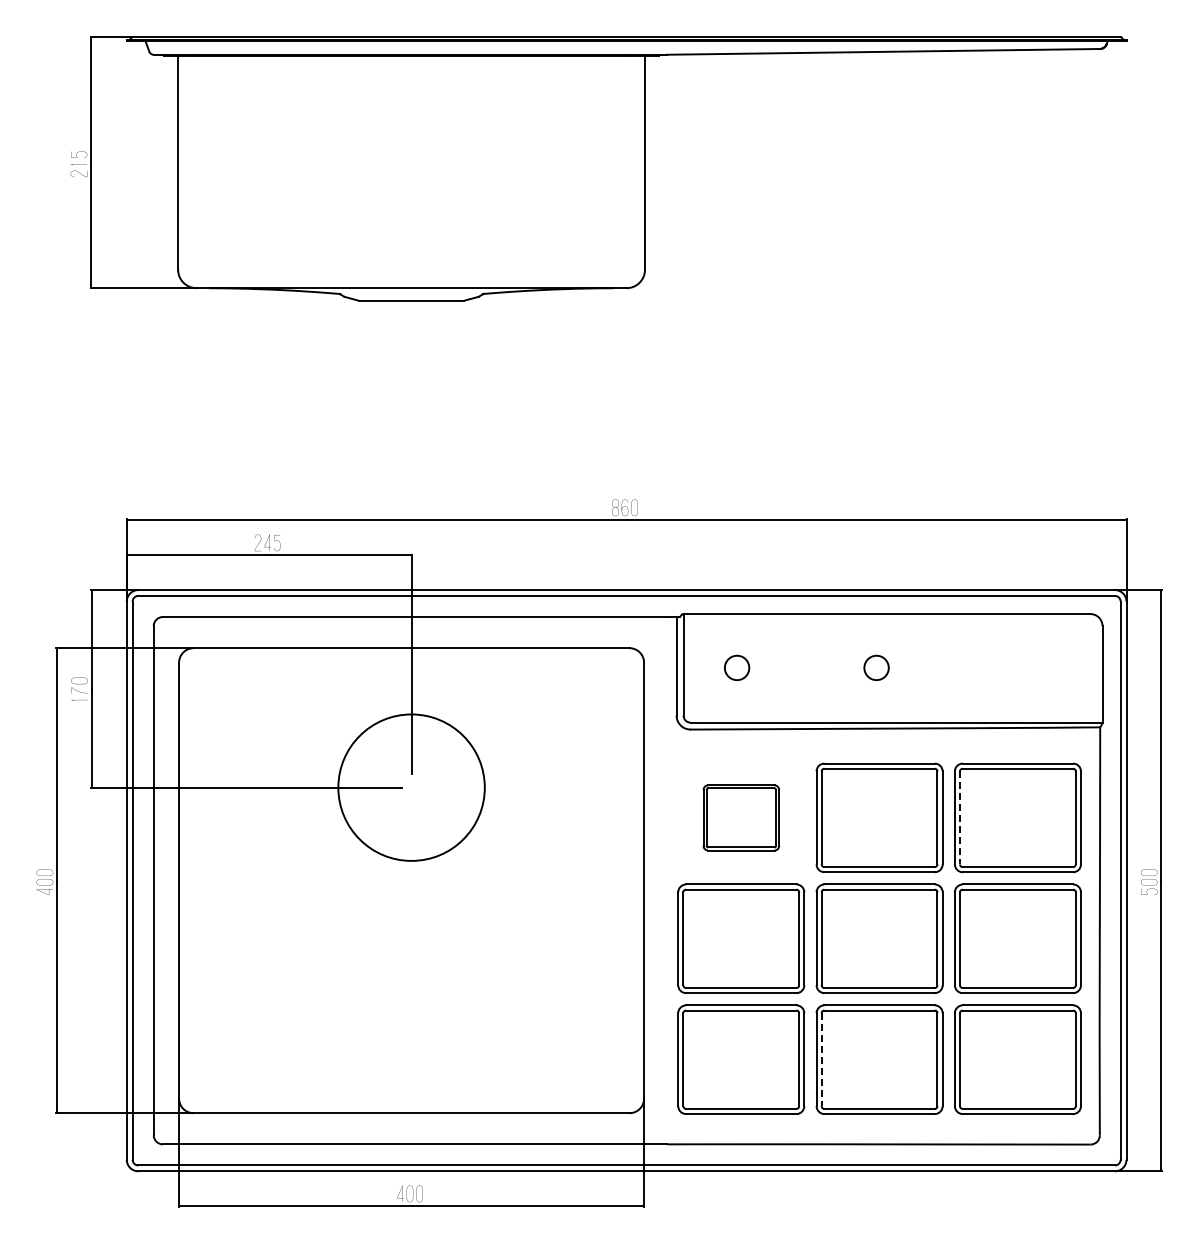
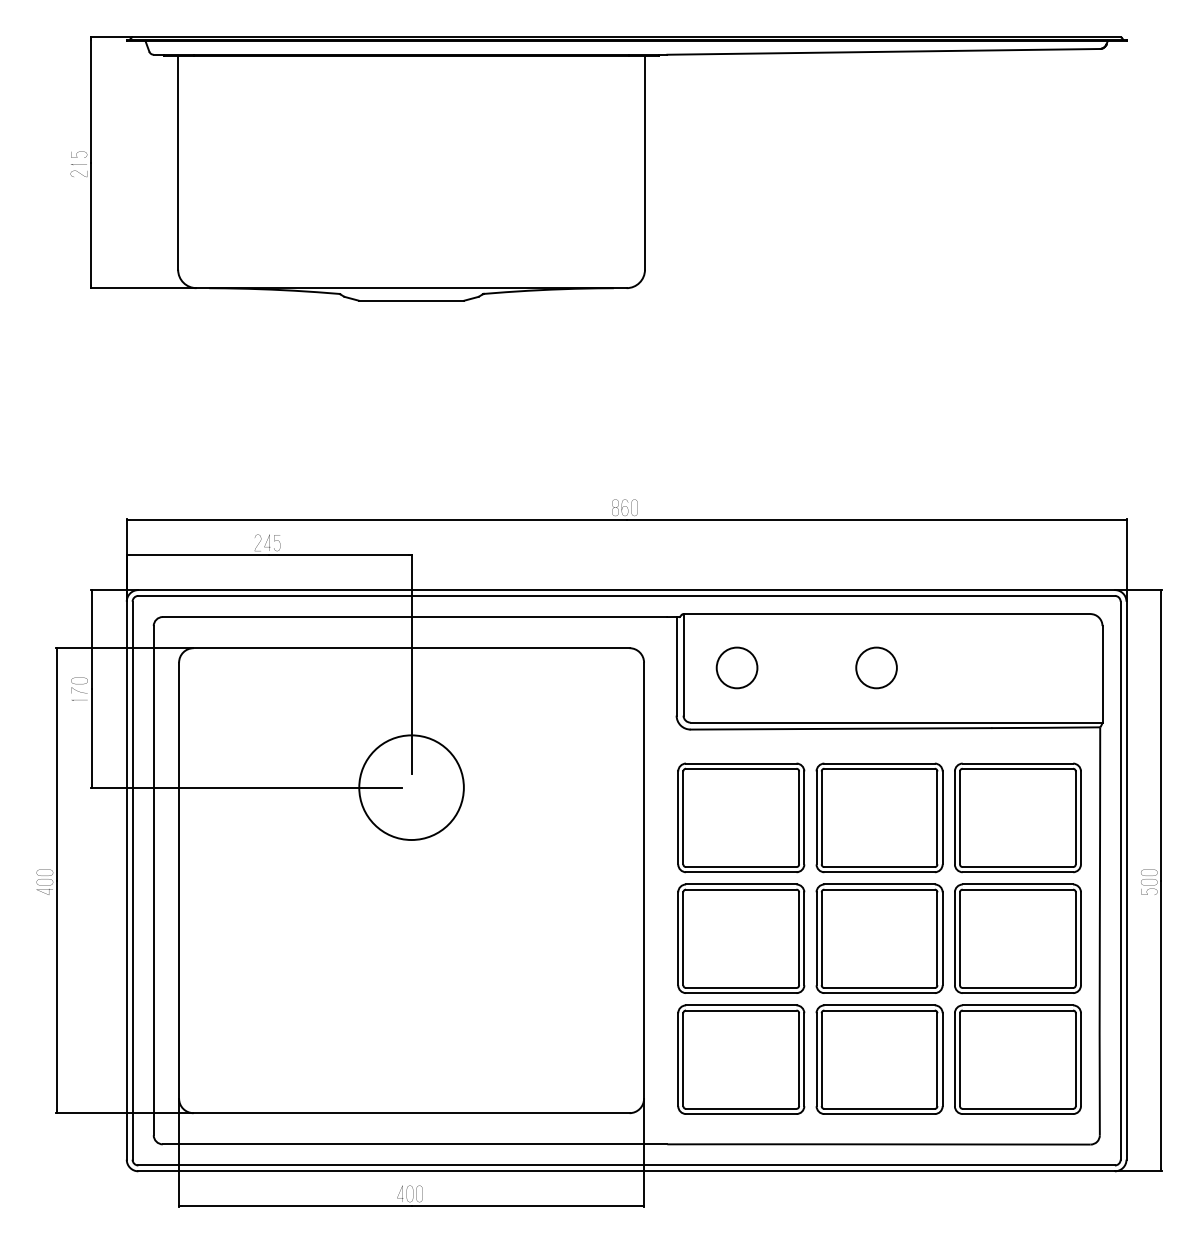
circle at (736, 667) diameter: 24 px -> 41 px
circle at (876, 667) diameter: 24 px -> 41 px
circle at (411, 787) diameter: 146 px -> 105 px
part at (741, 817) size: 79x68 px -> 129x112 px
line at (960, 818): dashed -> solid
line at (821, 1060): dashed -> solid
